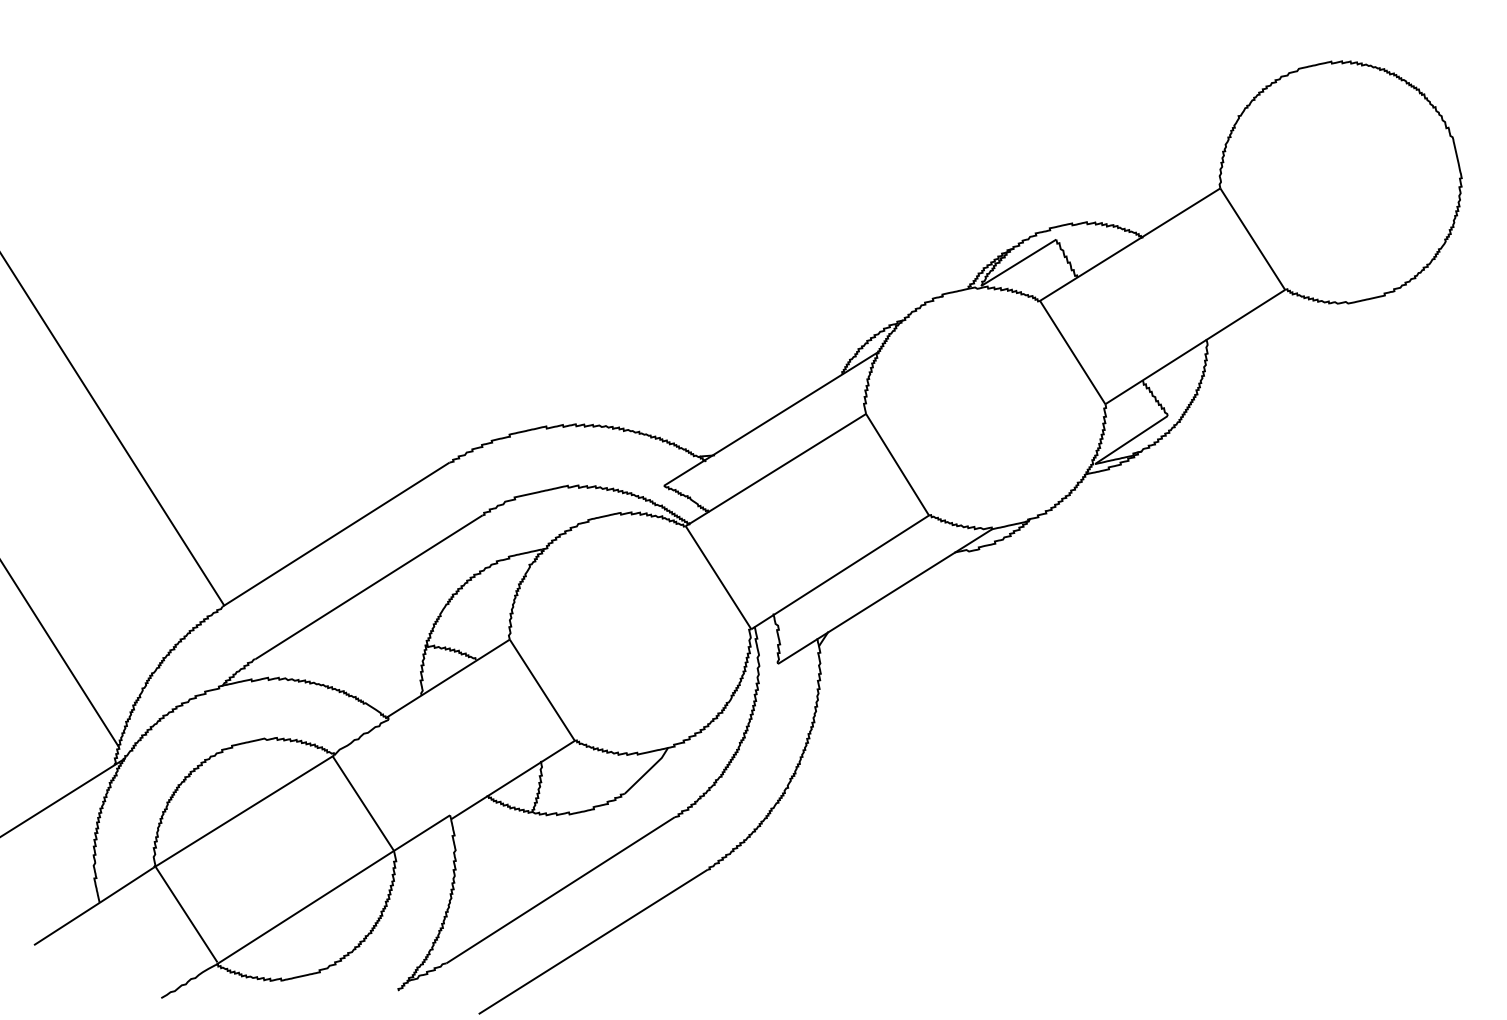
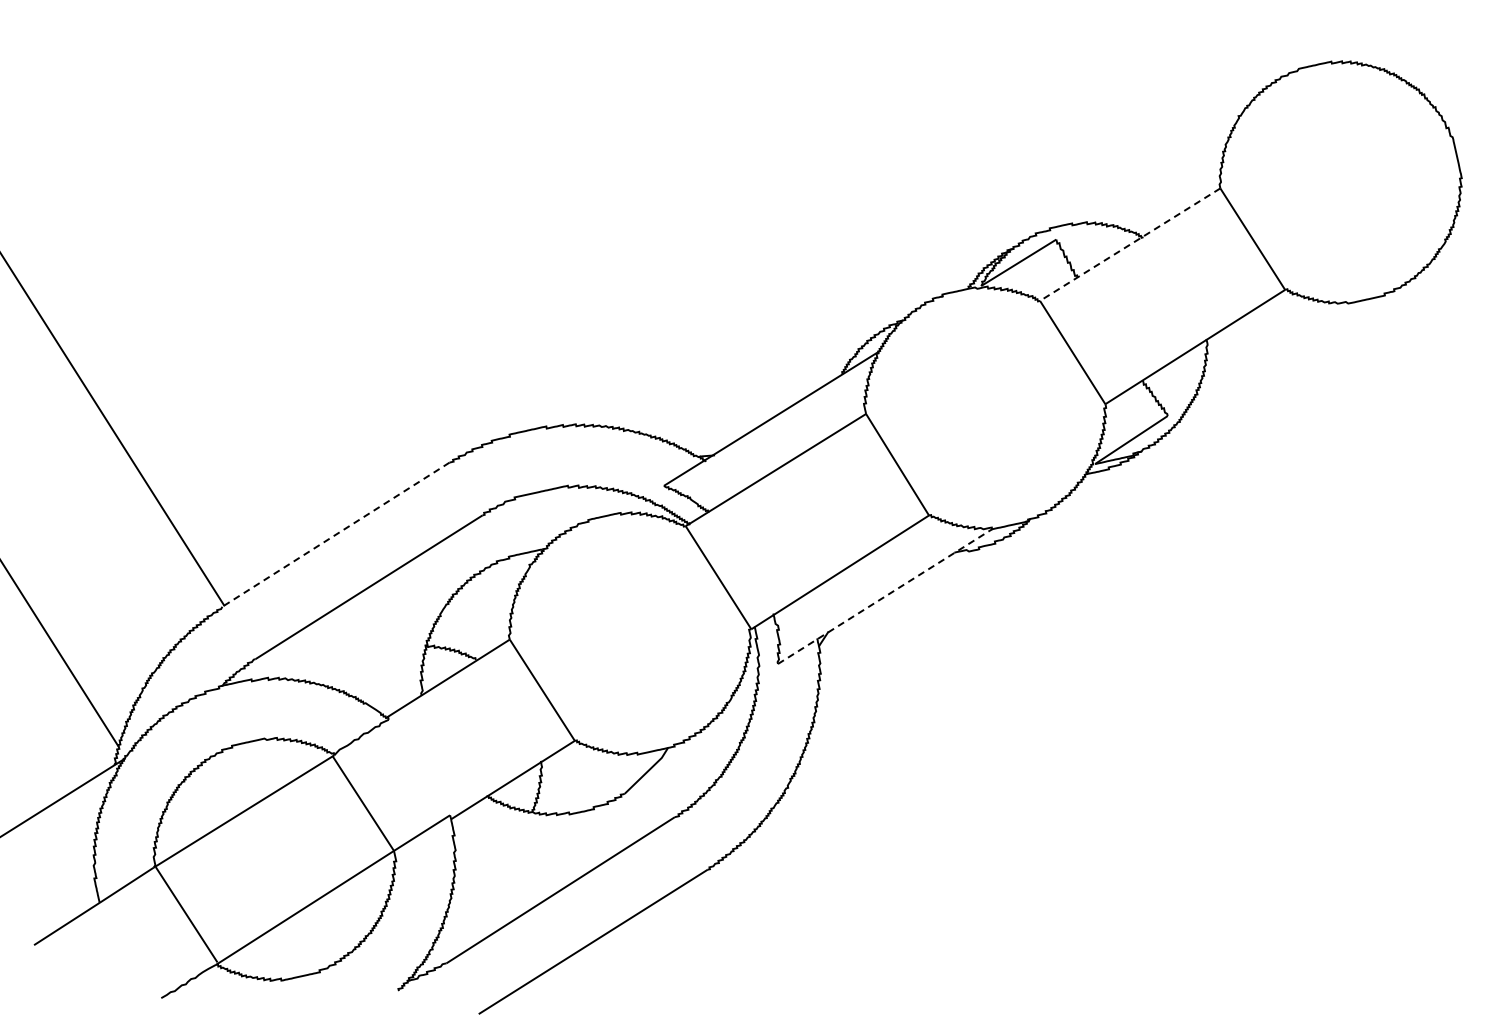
line at (1129, 244): solid -> dashed
line at (335, 534): solid -> dashed
line at (885, 596): solid -> dashed
